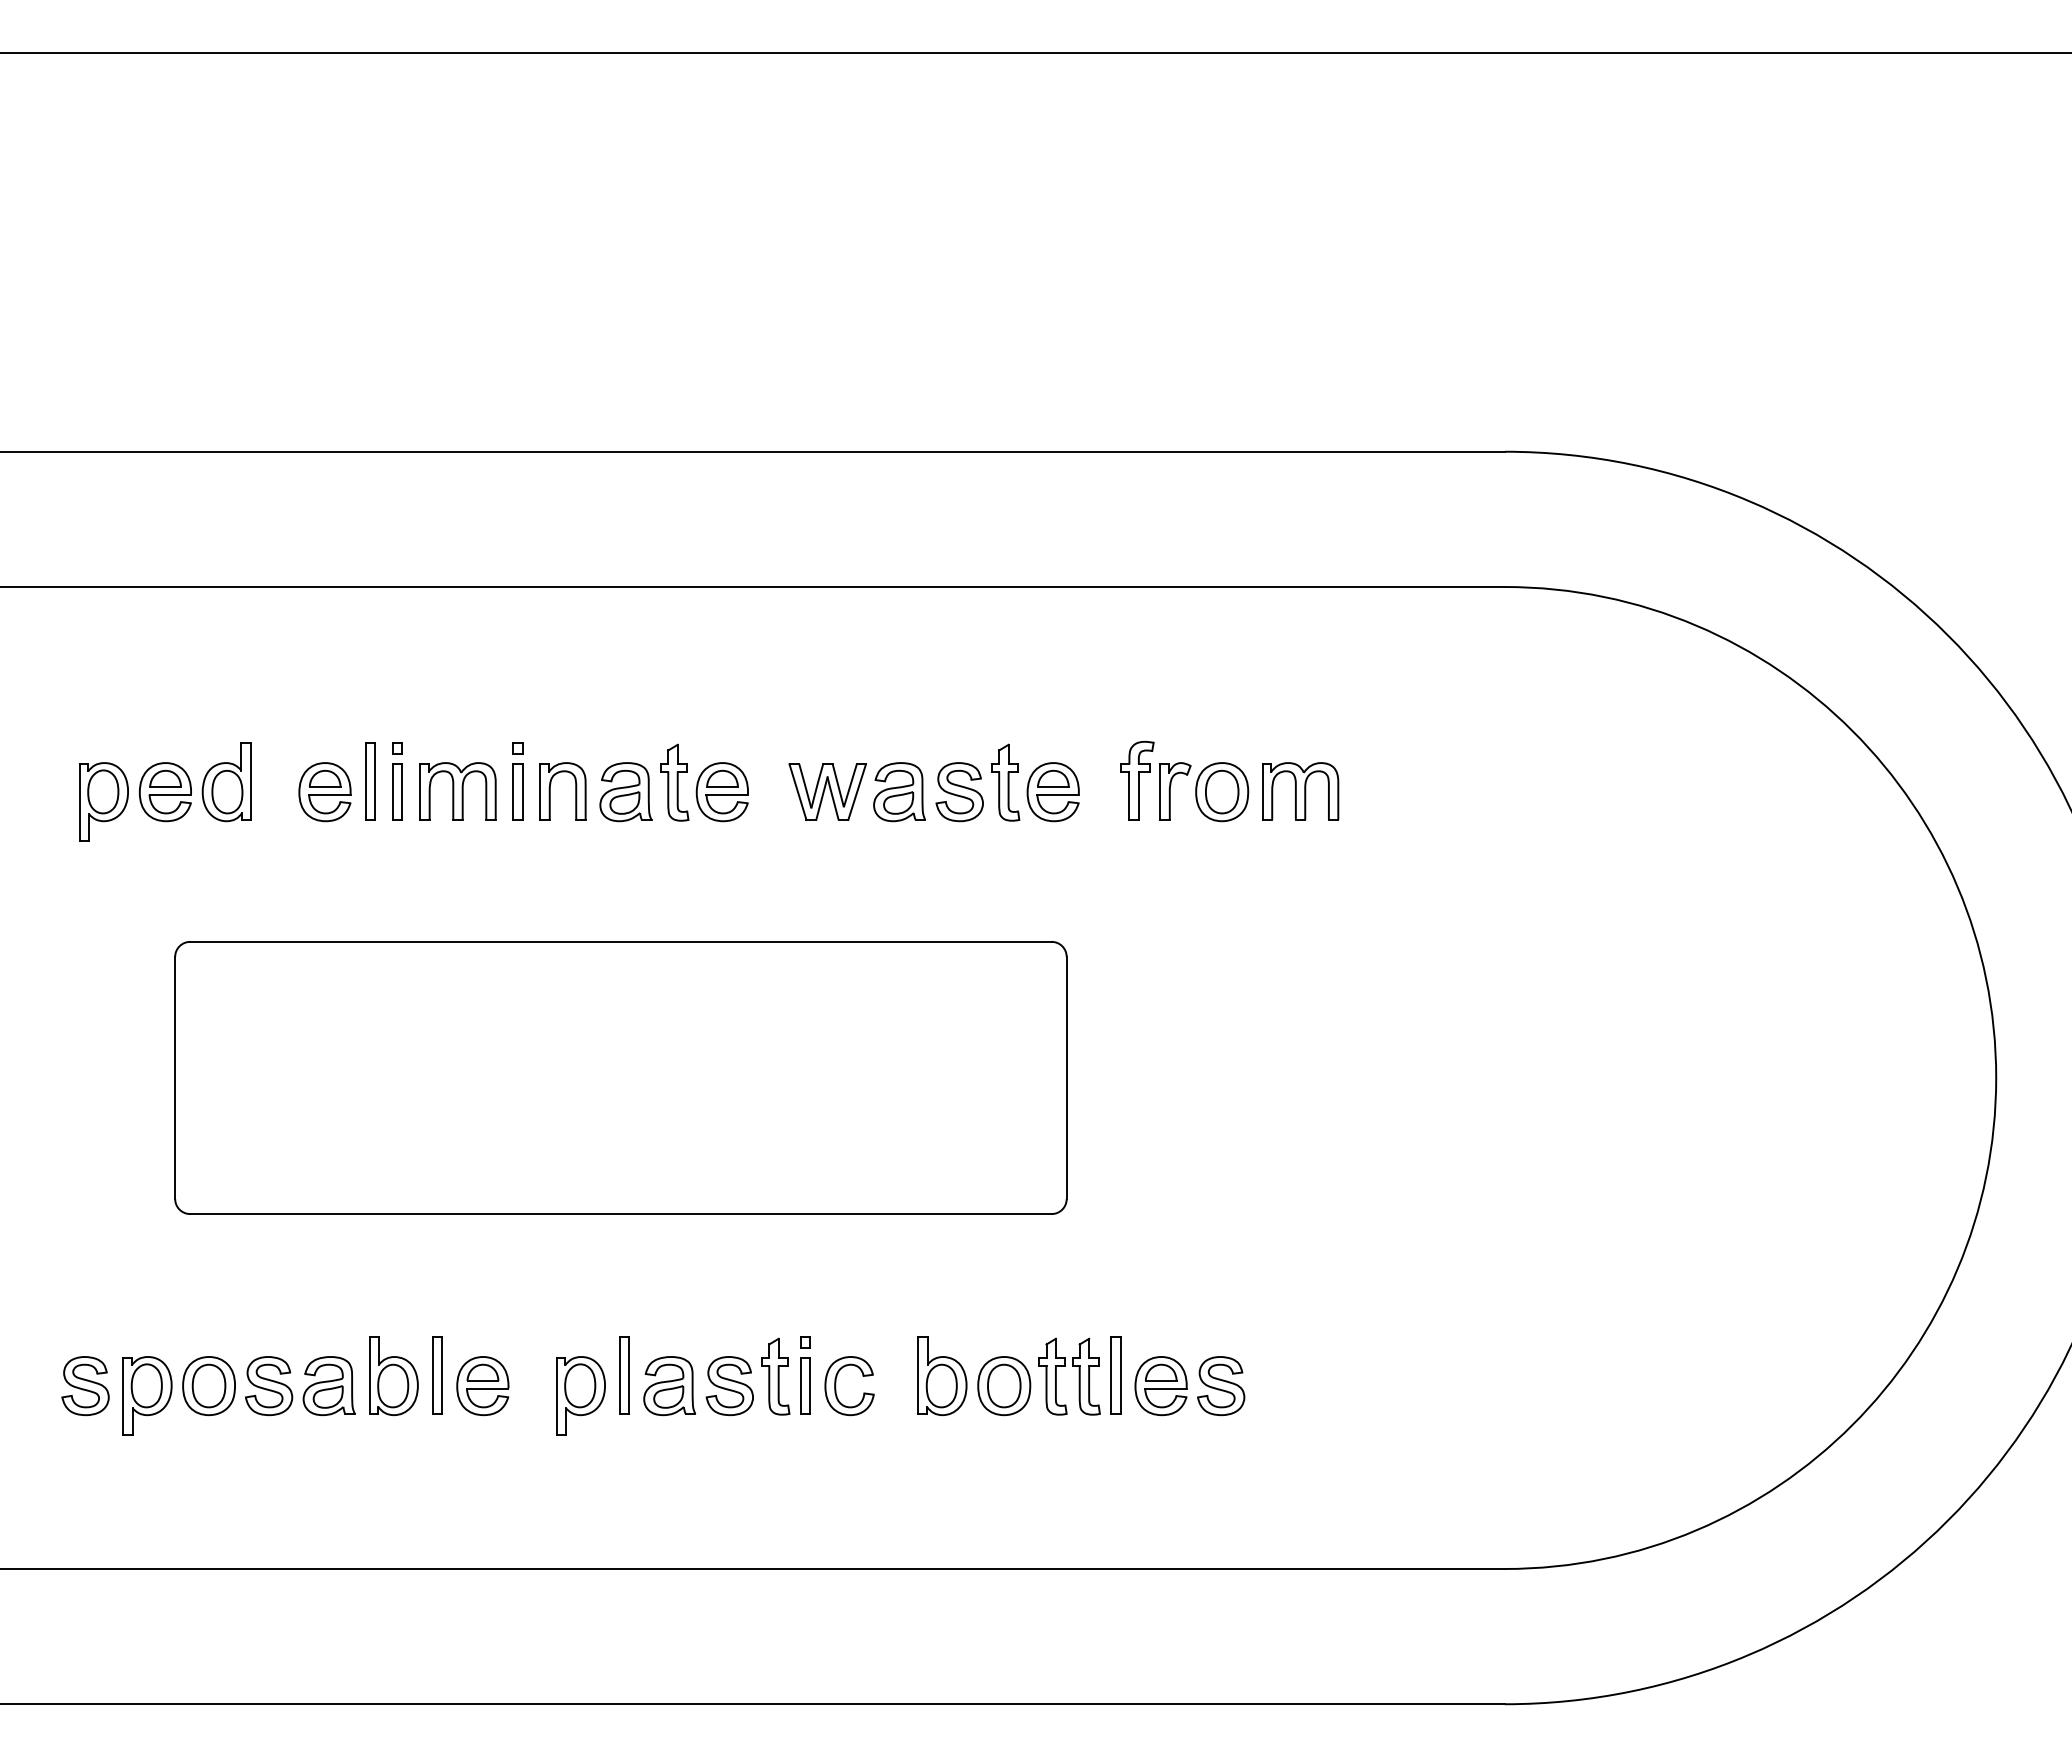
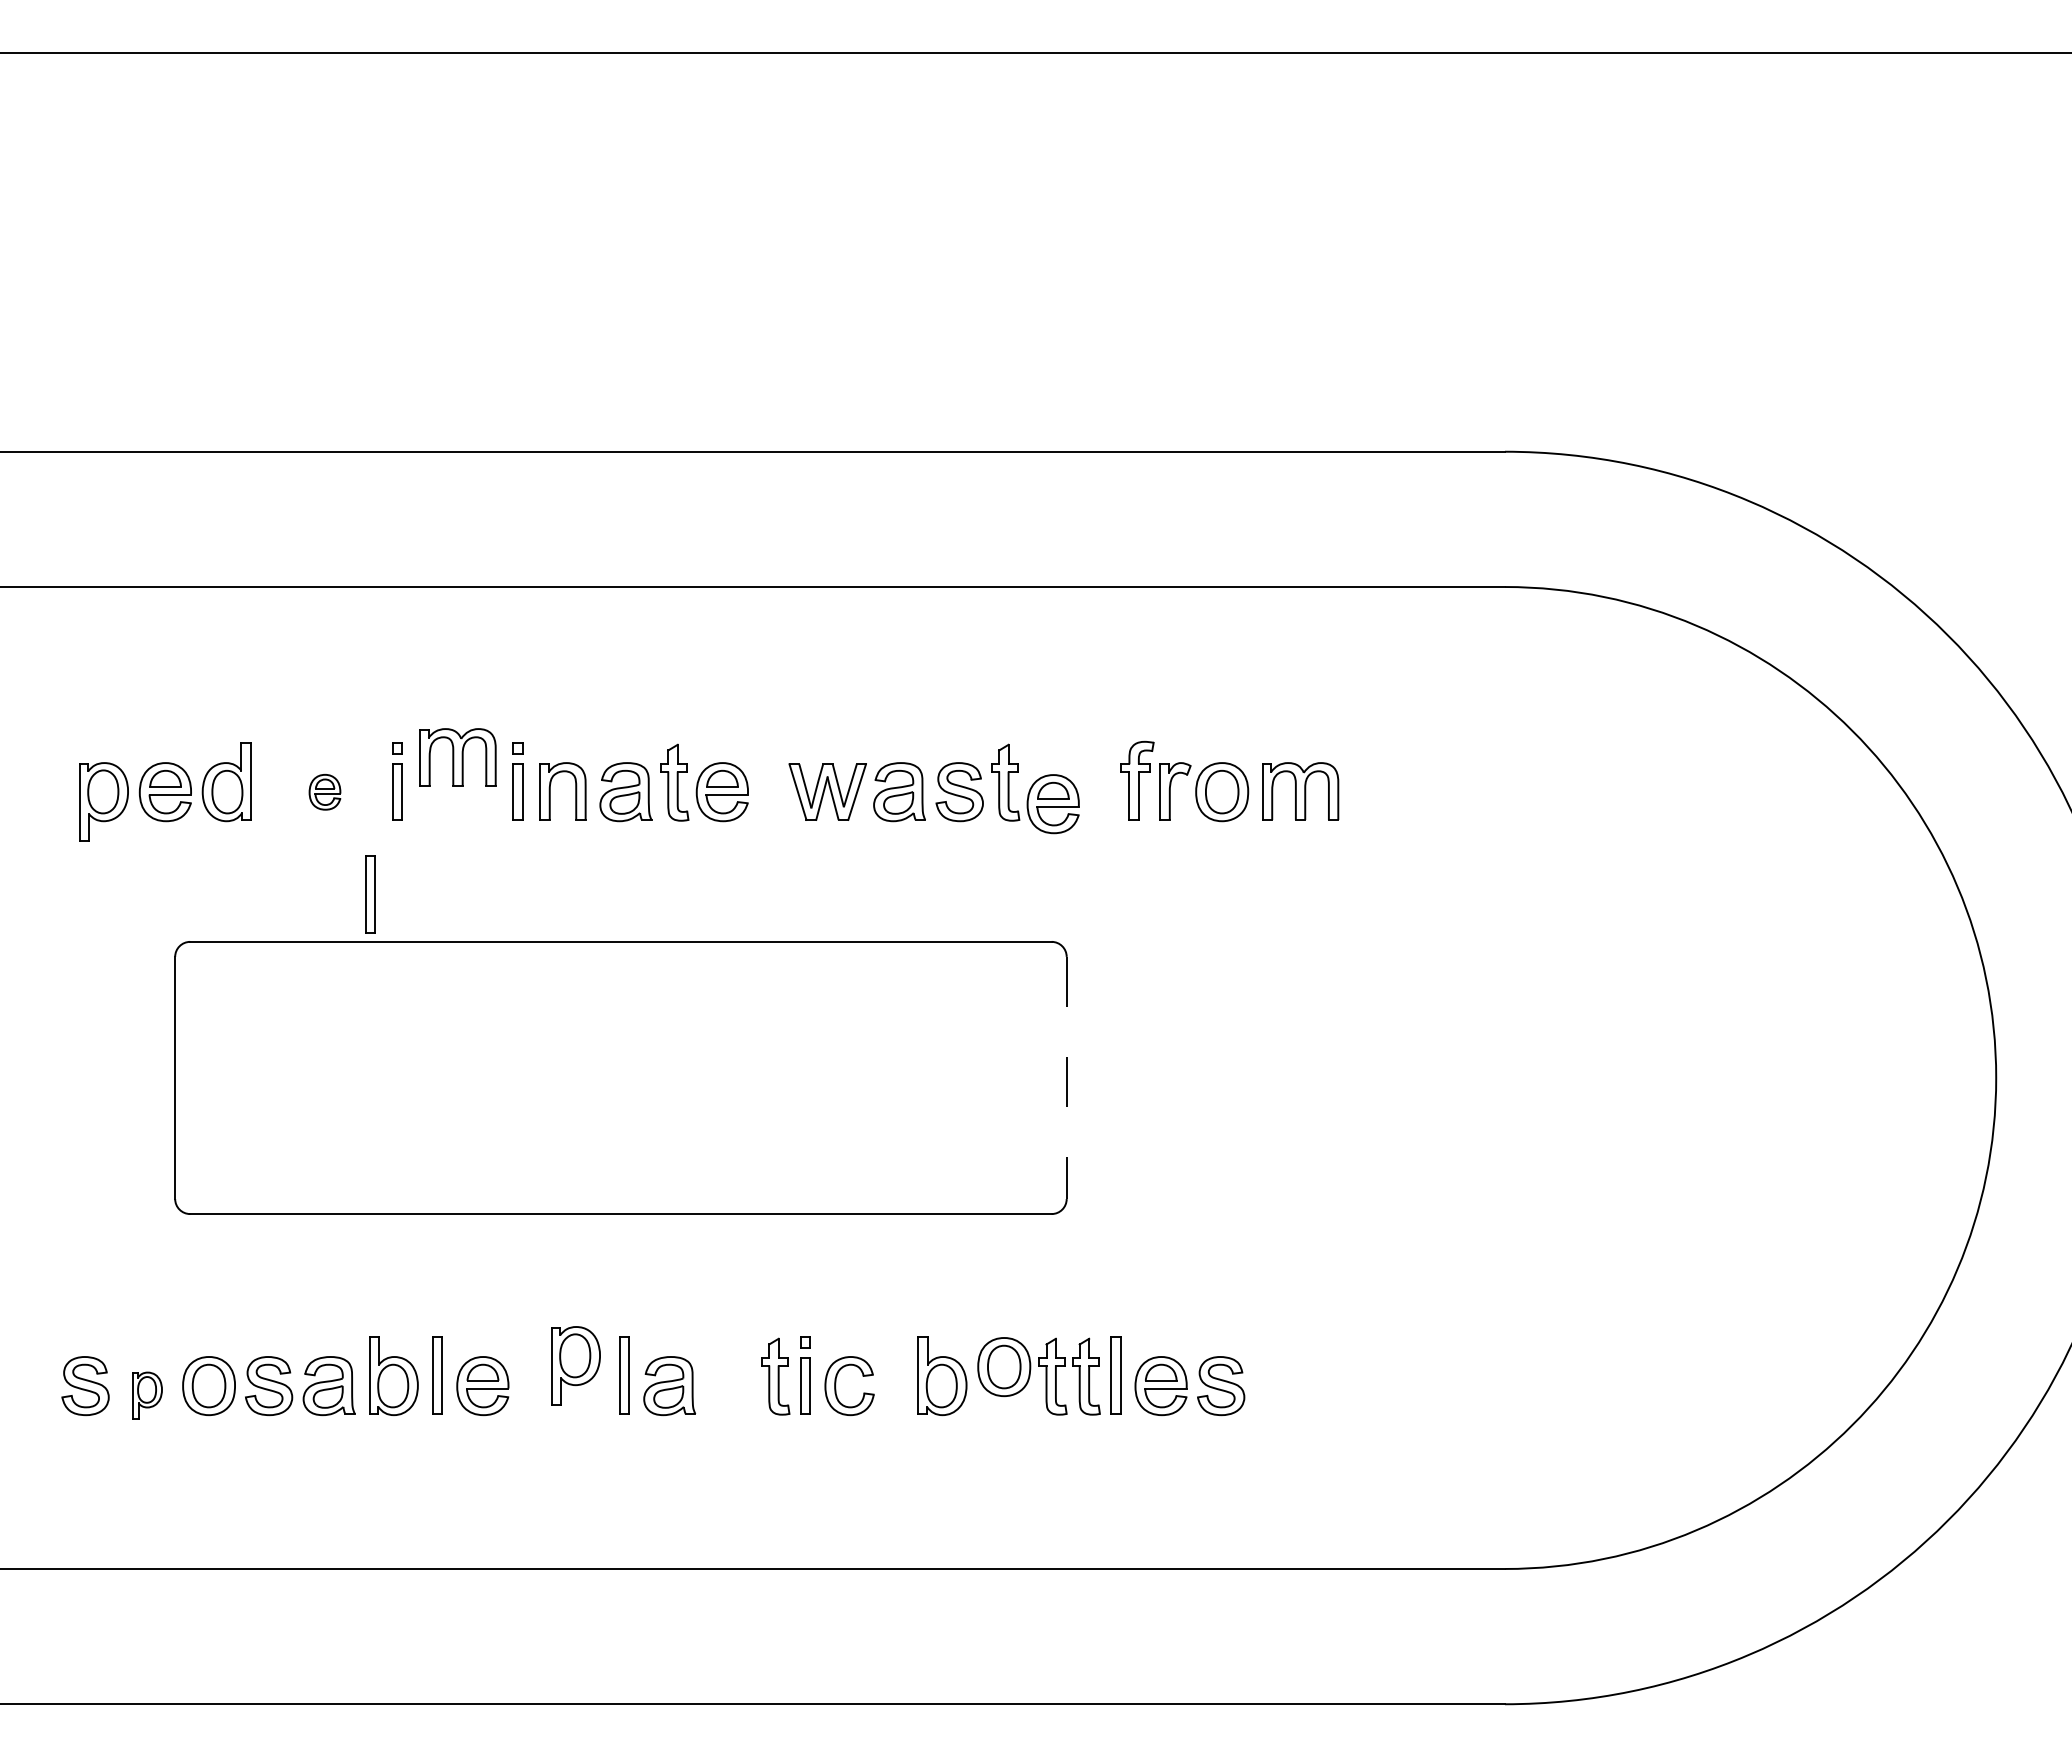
part at (370, 781) position: (370, 781) -> (370, 894)
part at (457, 791) position: (457, 791) -> (457, 757)
part at (324, 792) size: 54x61 px -> 34x37 px
part at (1052, 792) position: (1052, 792) -> (1052, 804)
line at (1066, 1078): solid -> dashed
part at (729, 1386): present -> none
part at (1004, 1386) position: (1004, 1386) -> (1004, 1367)
part at (147, 1395) size: 51x80 px -> 31x49 px
part at (580, 1395) position: (580, 1395) -> (575, 1365)
